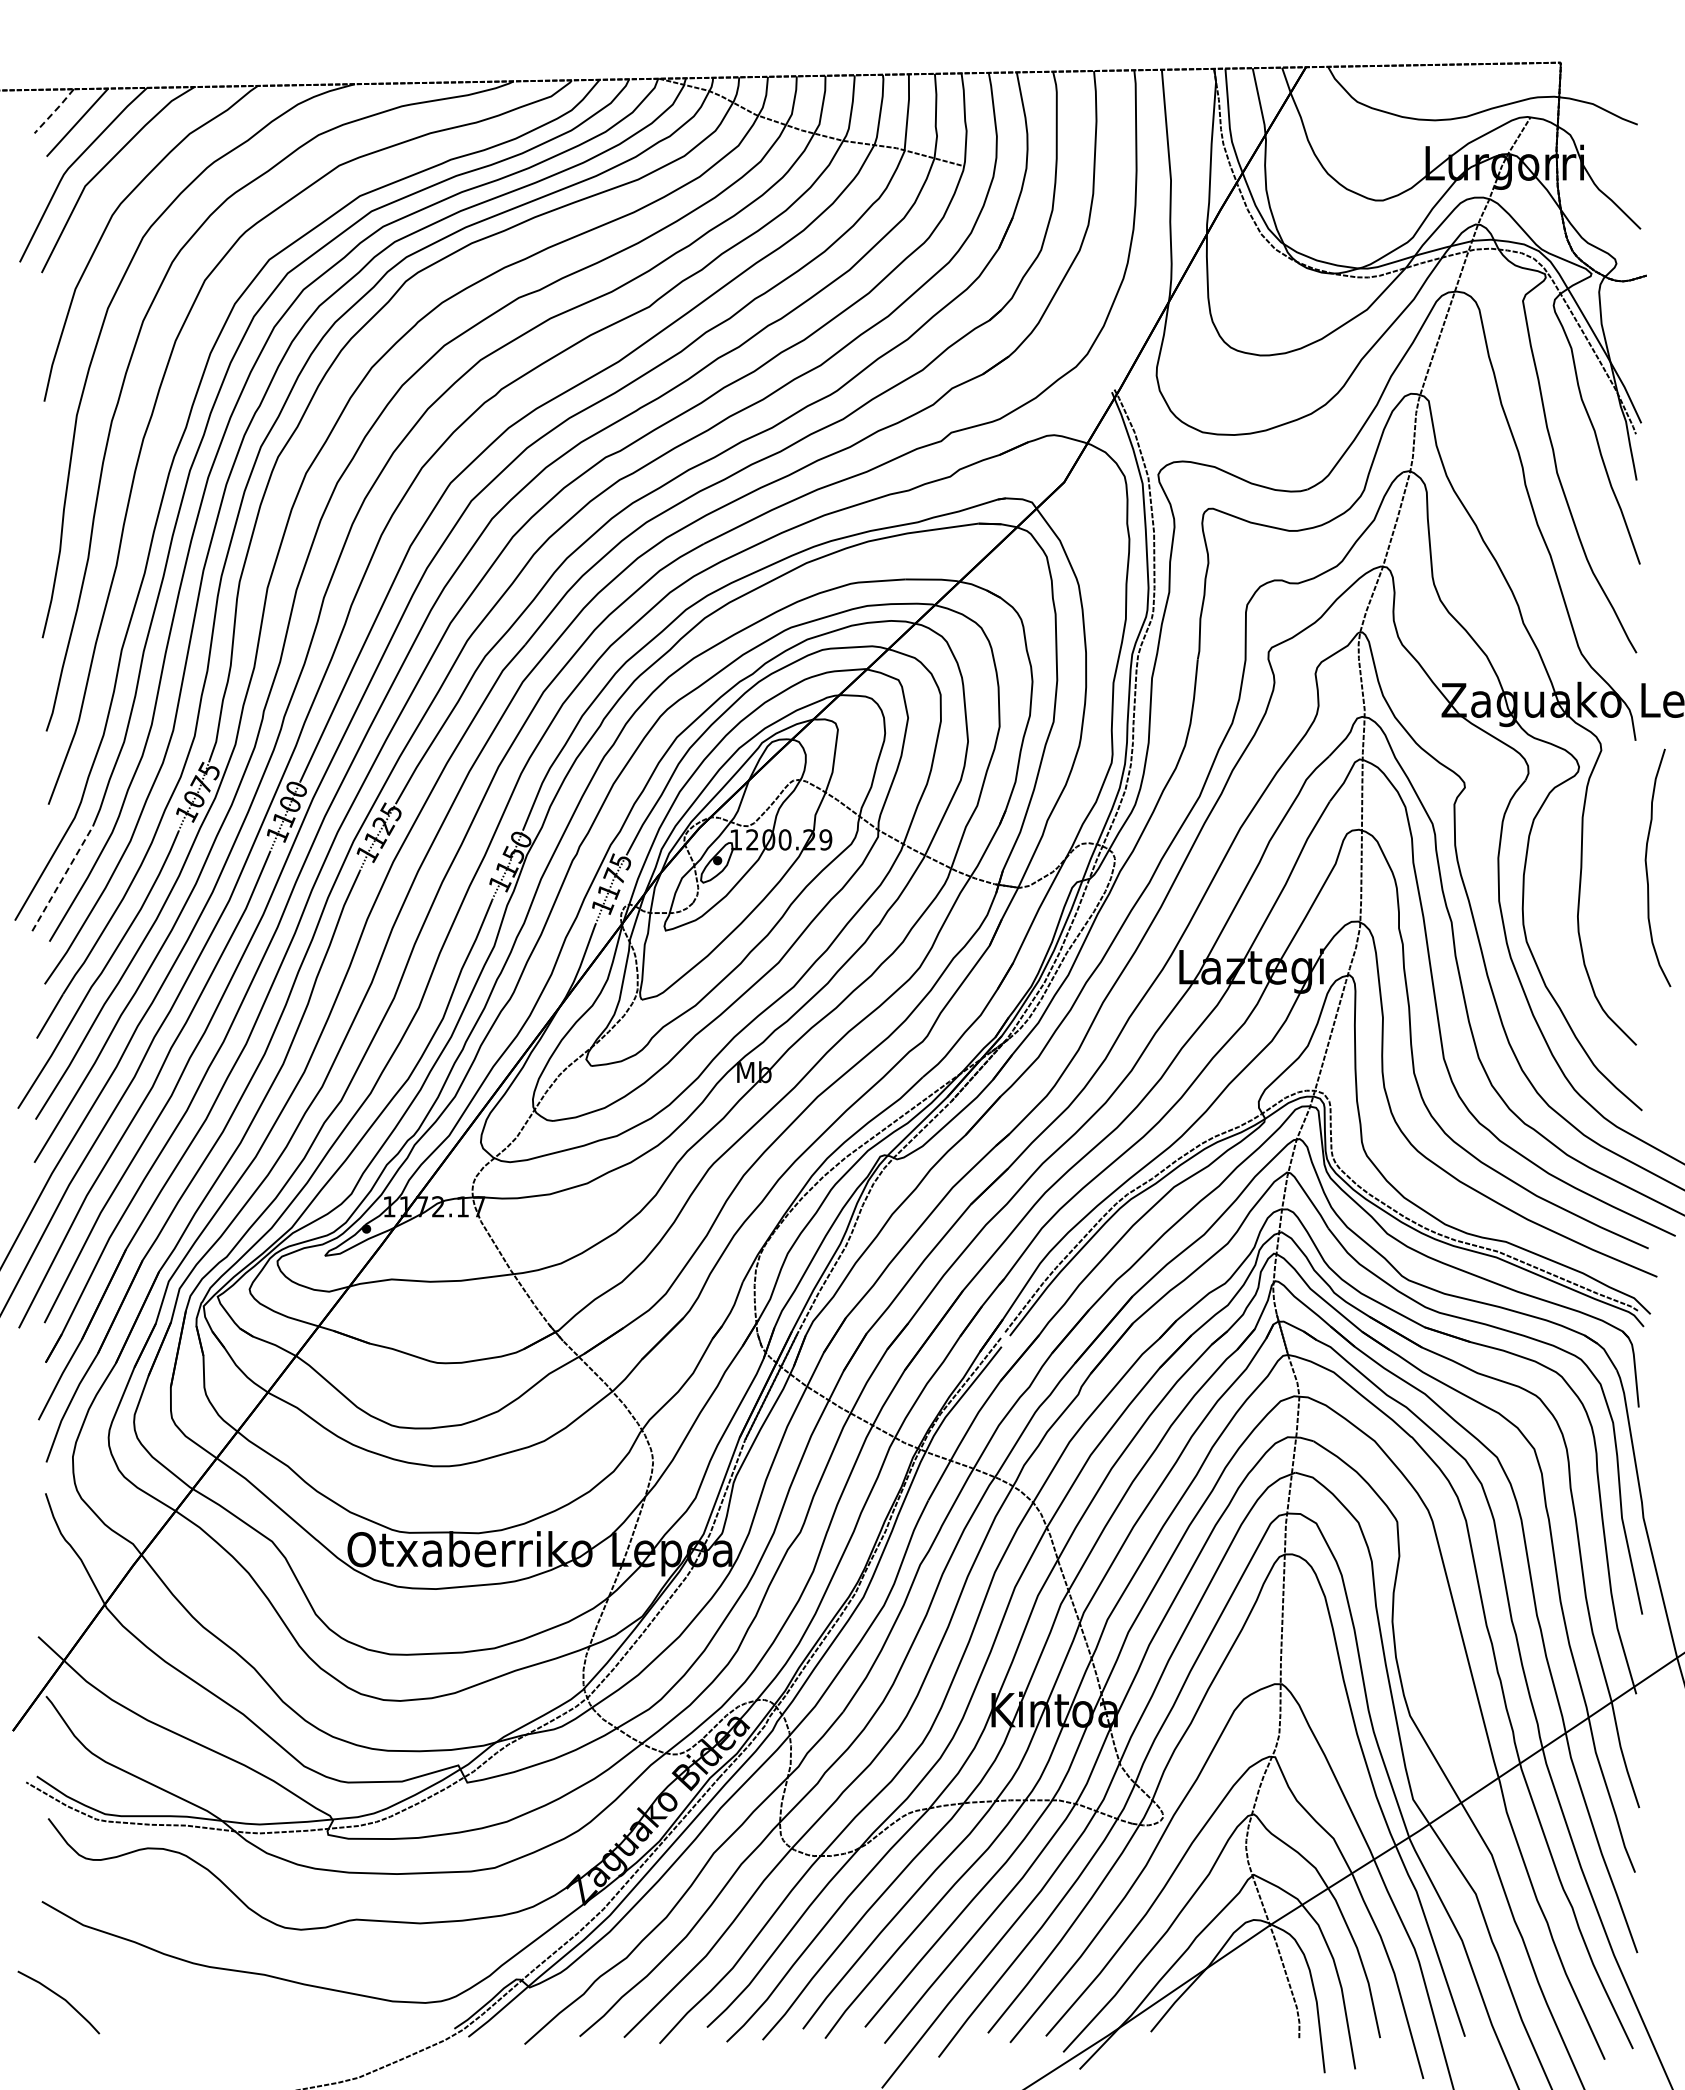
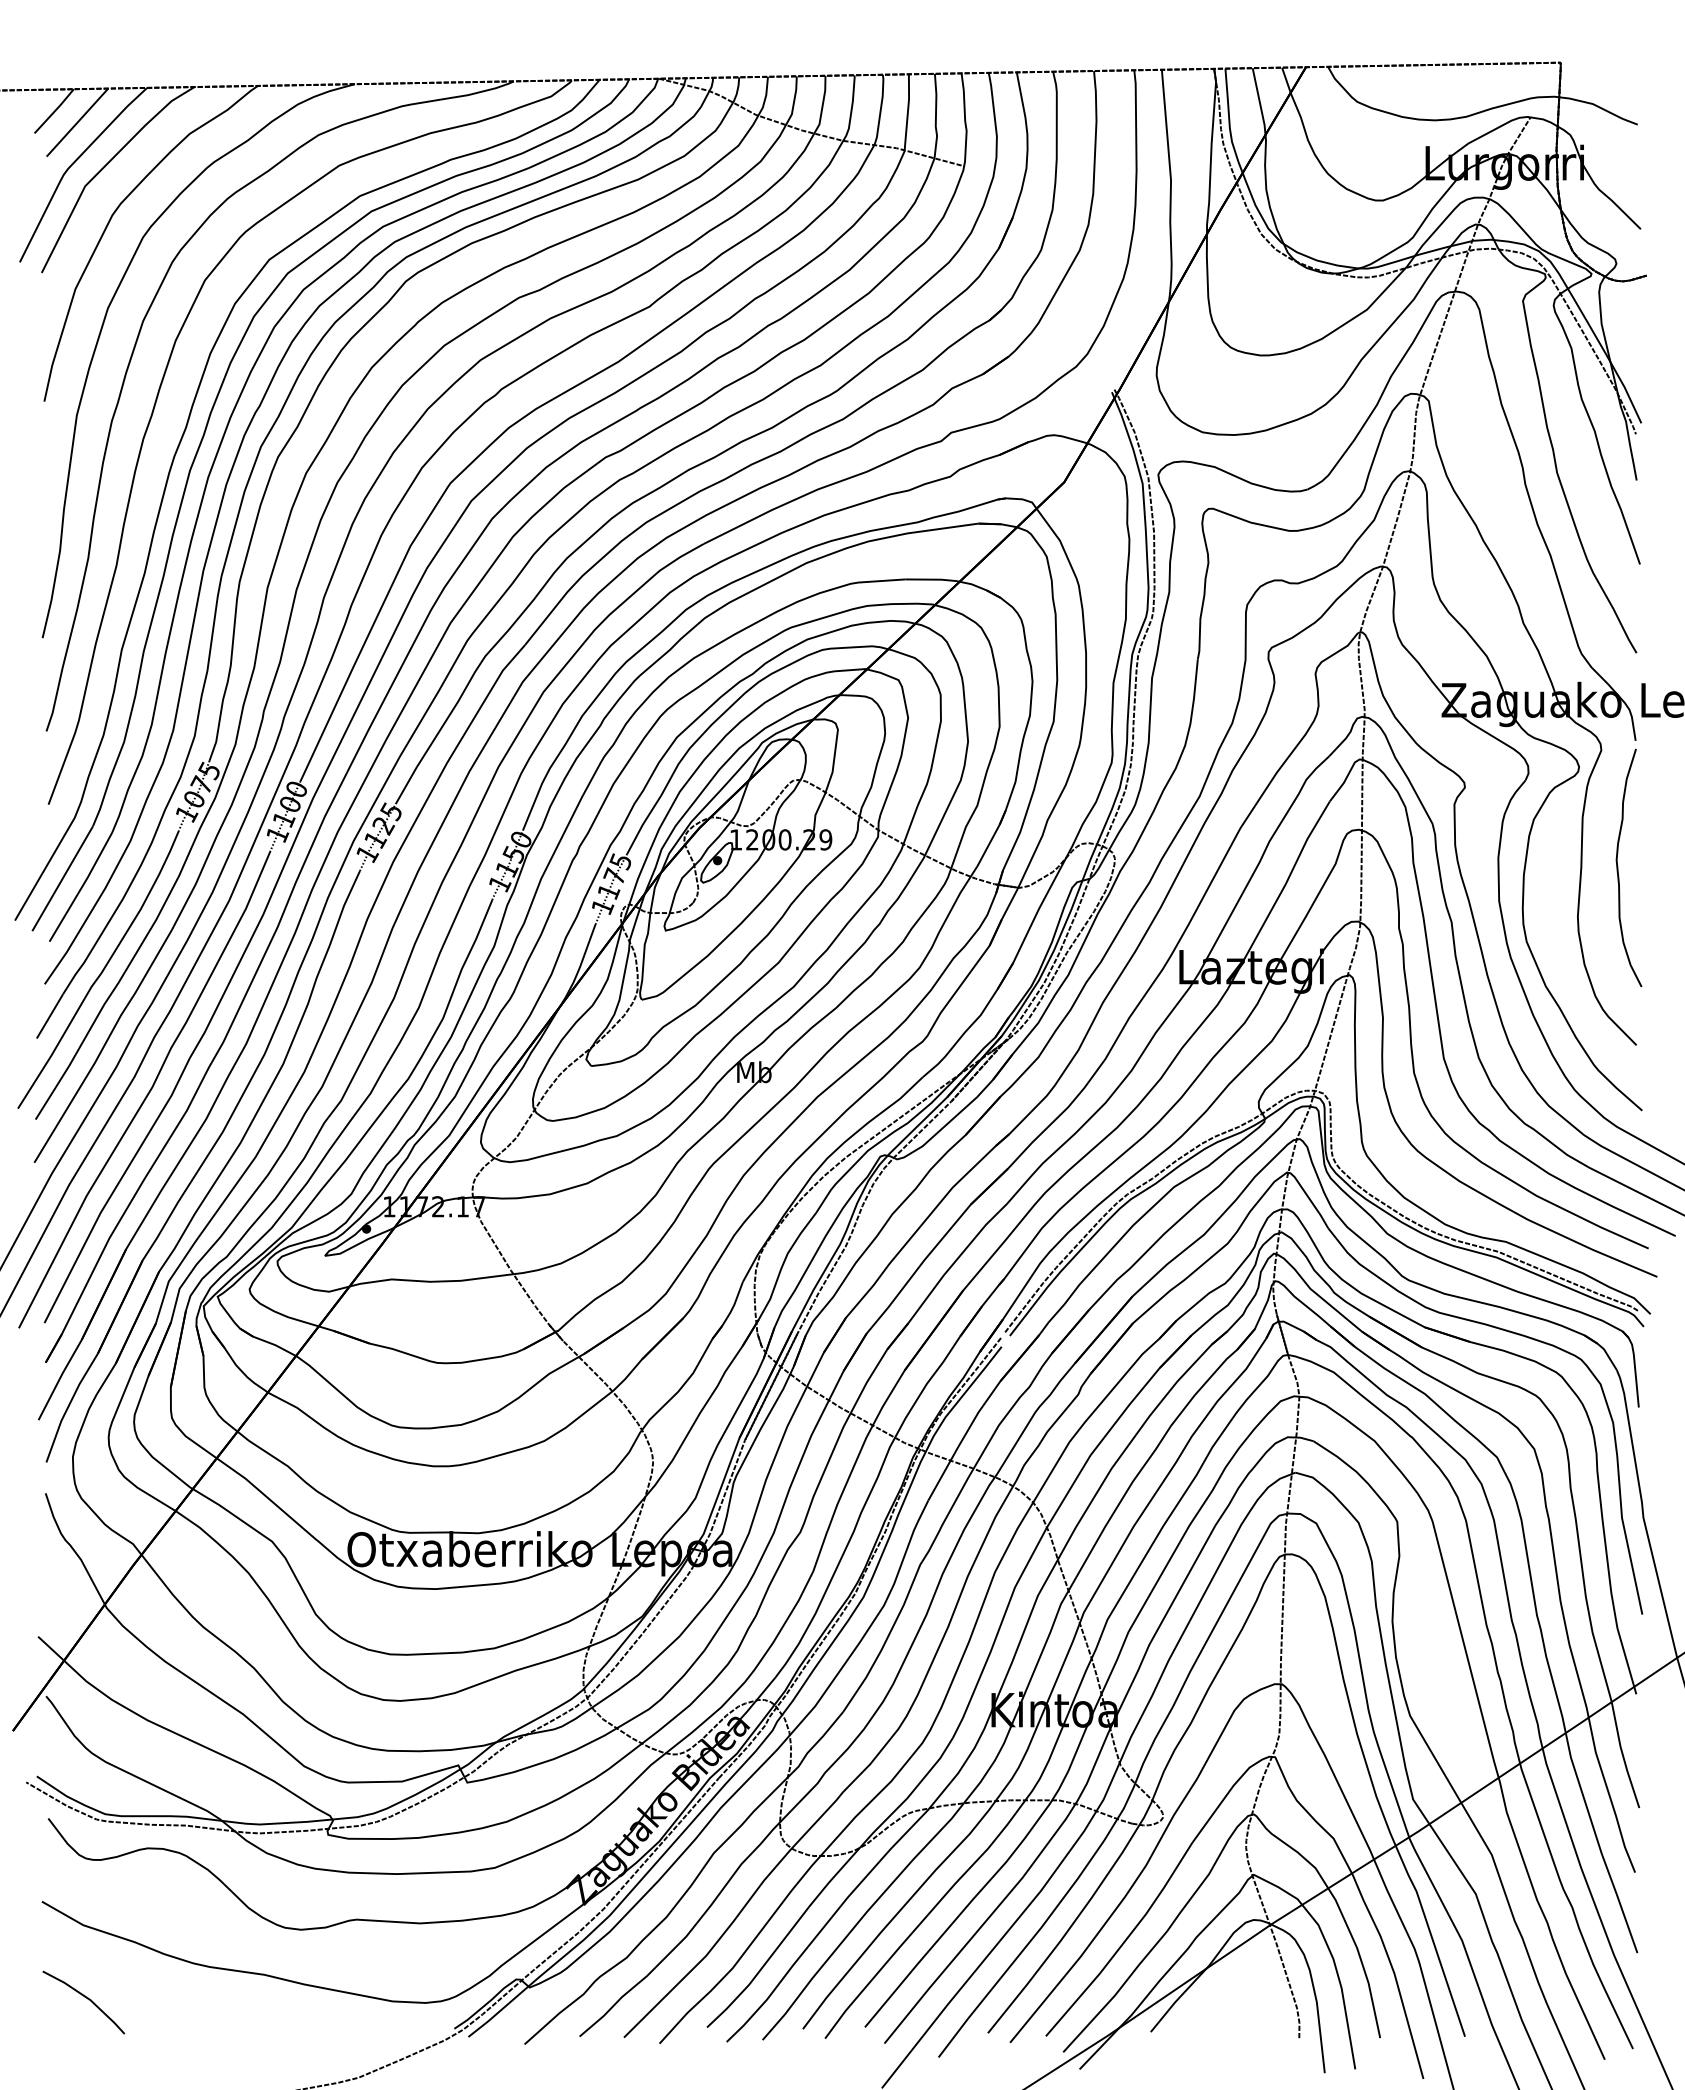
line at (54, 111): dashed -> solid
curve at (1647, 867) position: (1647, 867) -> (1618, 867)
line at (62, 878): dashed -> solid
line at (61, 1998) position: (61, 1998) -> (86, 1998)
